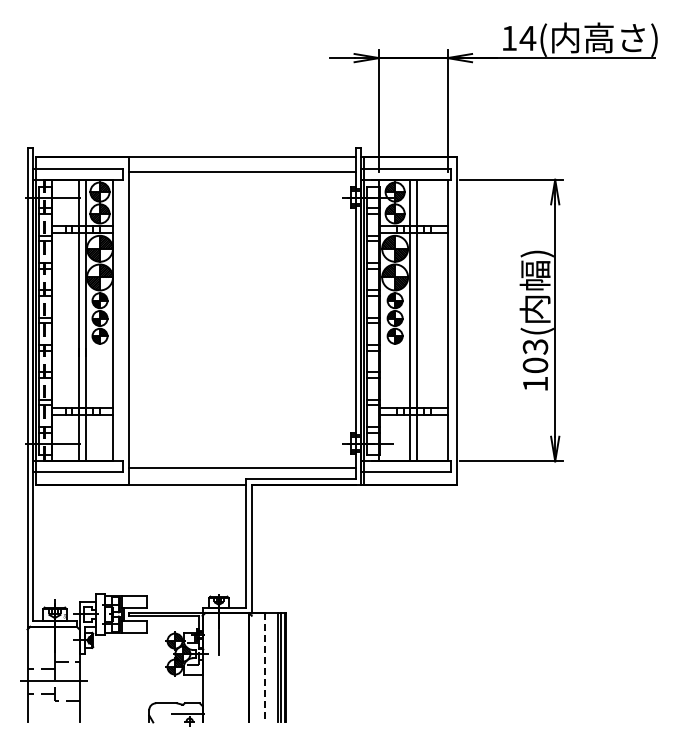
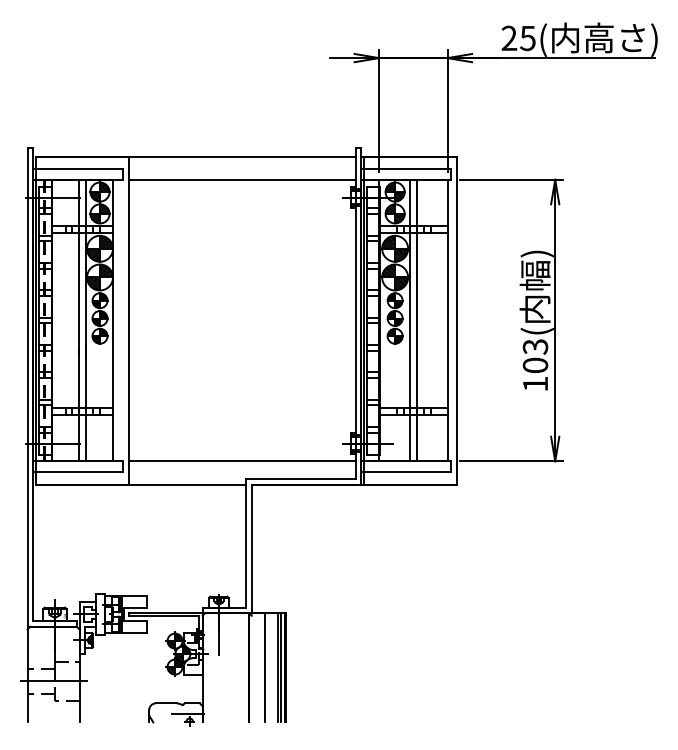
text at (518, 38): 14( -> 25(
line at (241, 171) position: (241, 171) -> (241, 179)
line at (241, 468) position: (241, 468) -> (241, 461)
line at (265, 667): dashed -> solid
